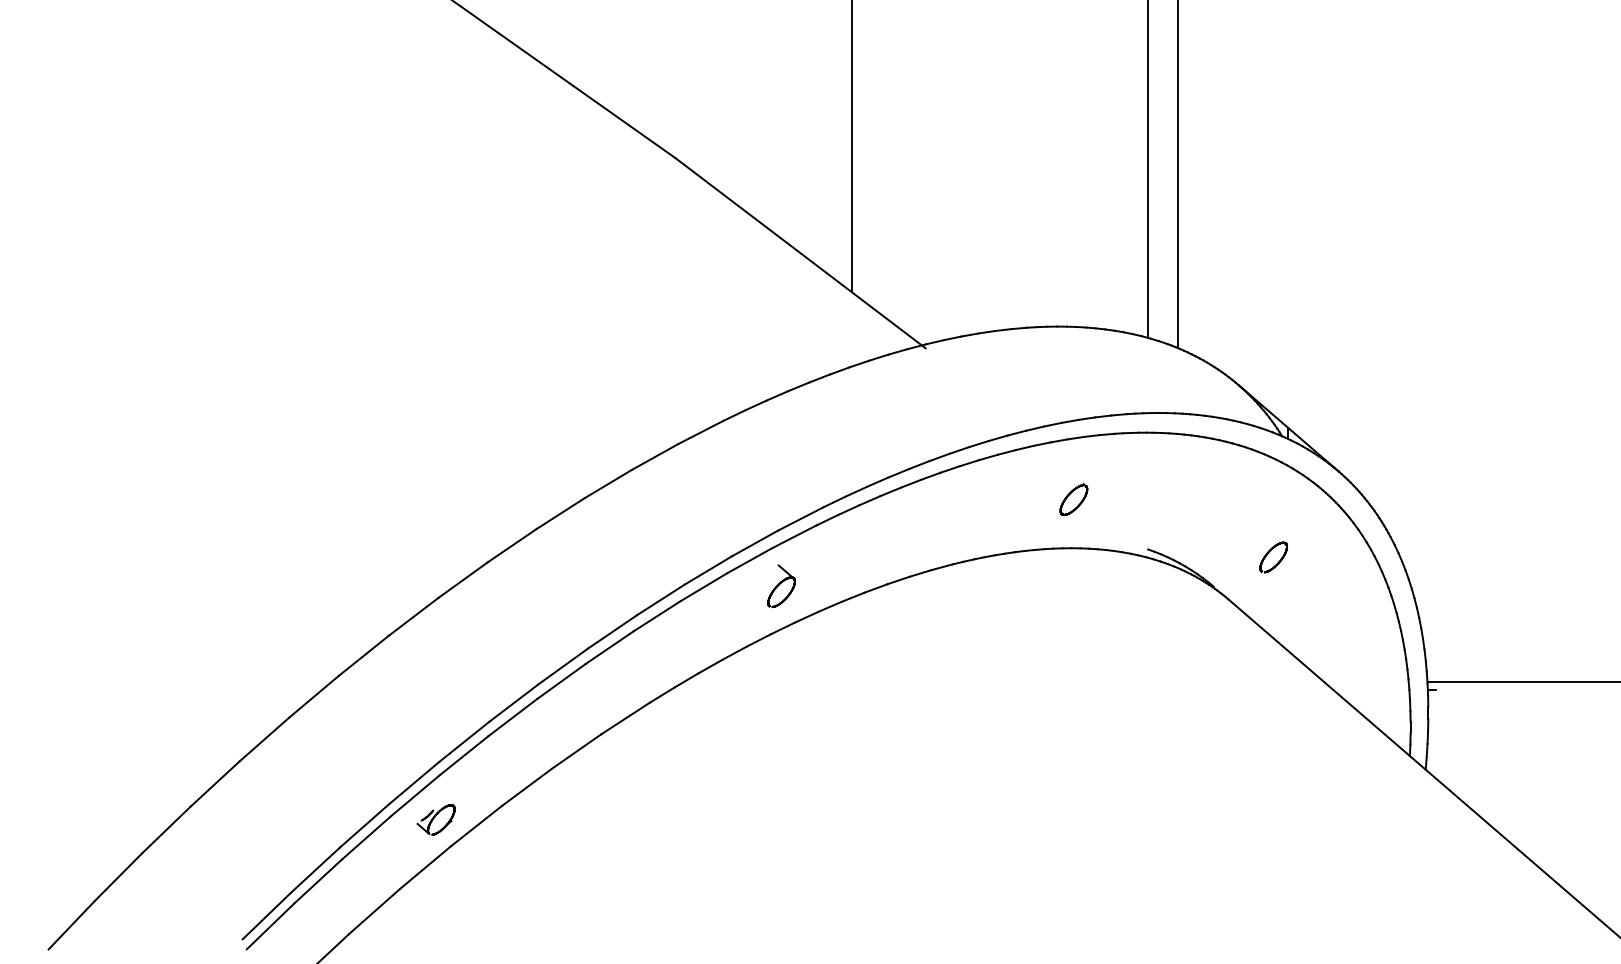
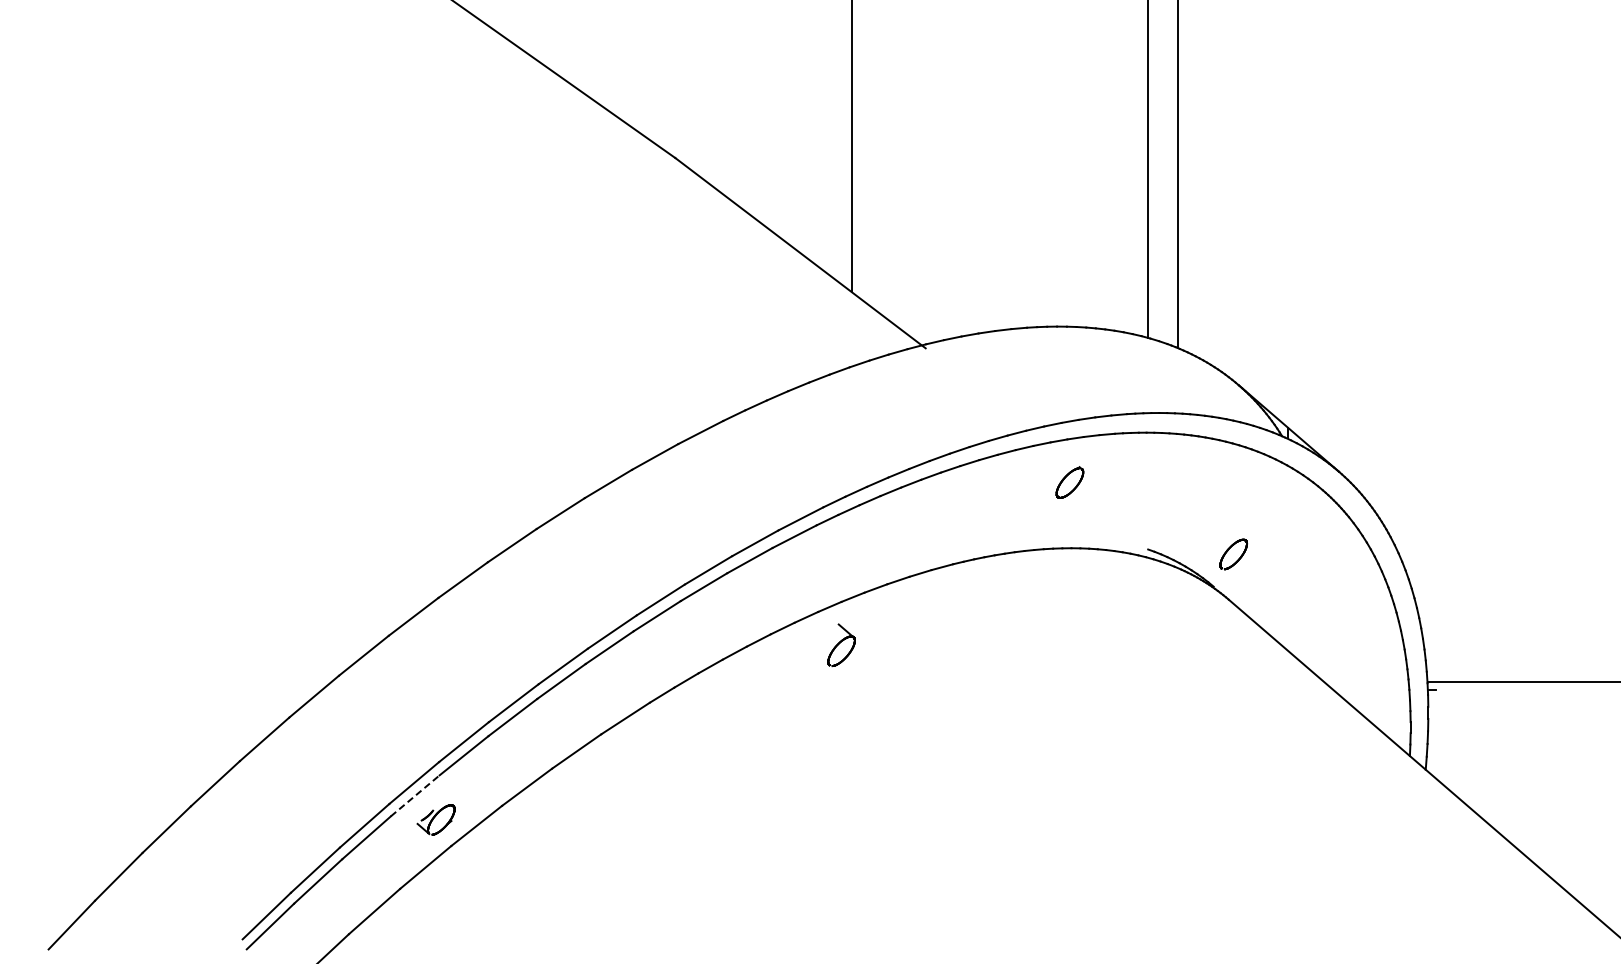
part at (1073, 499) position: (1073, 499) -> (1069, 482)
part at (1273, 557) position: (1273, 557) -> (1233, 554)
part at (781, 586) position: (781, 586) -> (841, 645)
line at (415, 795): solid -> dashed
